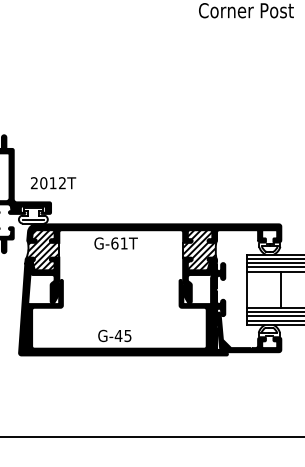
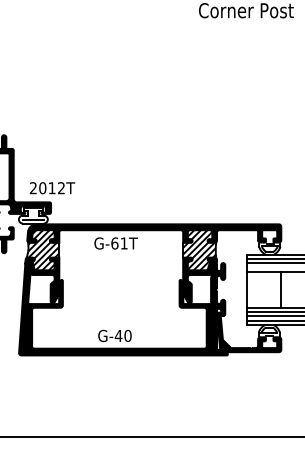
text at (53, 183) position: (53, 183) -> (52, 188)
line at (274, 267): present -> none
text at (127, 335): G-45 -> G-40
